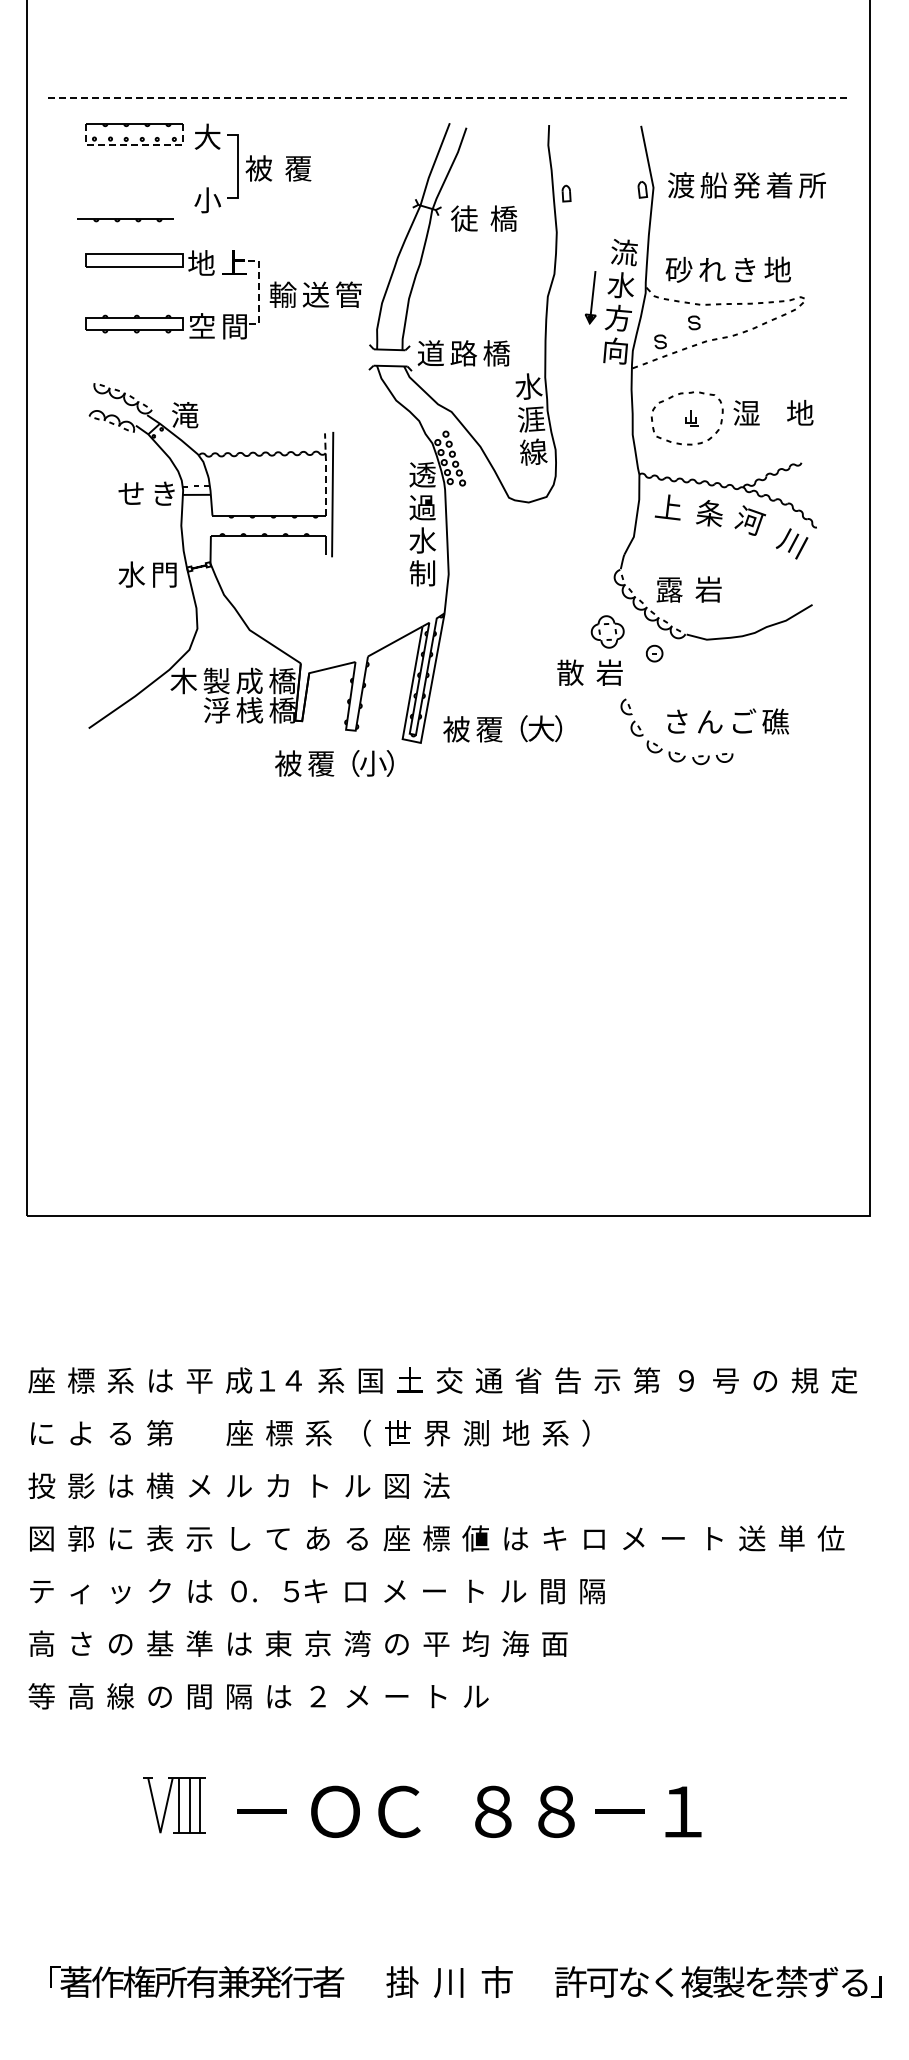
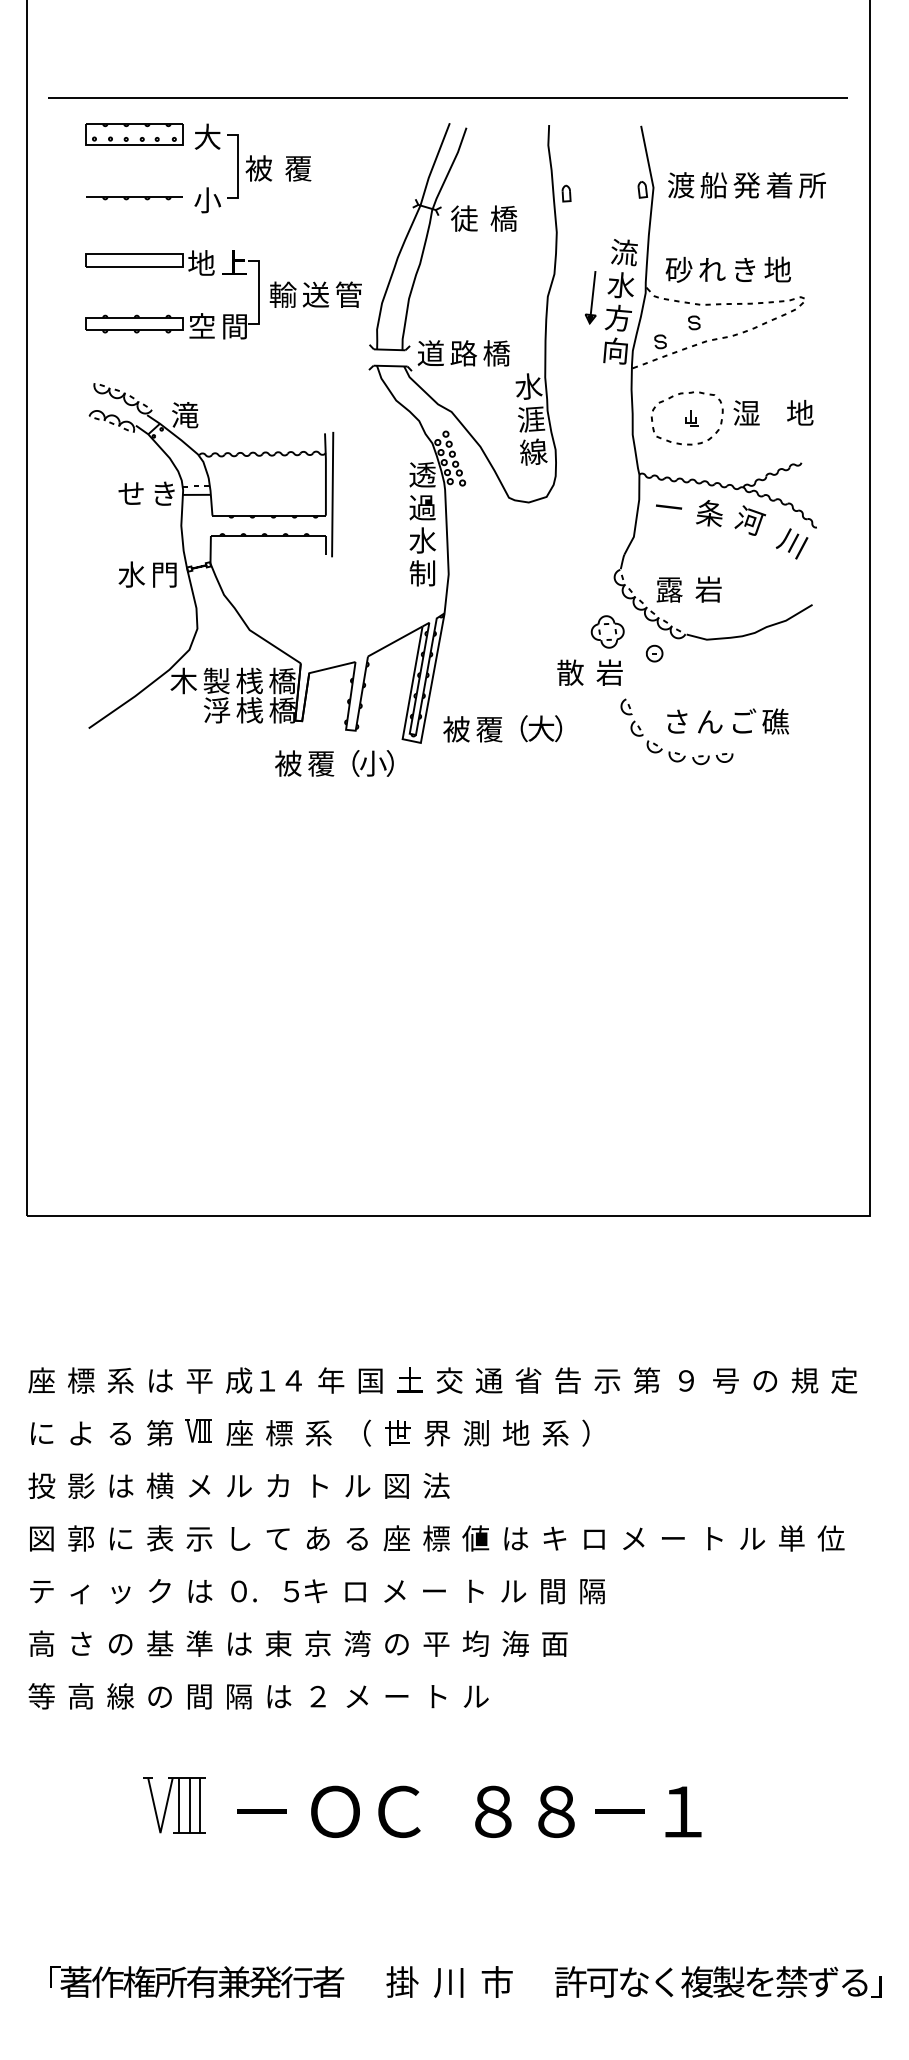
line at (448, 98): dashed -> solid
line at (134, 145): dashed -> solid
part at (125, 220) position: (125, 220) -> (134, 198)
line at (258, 292): dashed -> solid
line at (325, 473): dashed -> solid
text at (668, 507): 上 -> 一
text at (249, 680): 成 -> 桟
text at (331, 1380): 系 -> 年
part at (198, 1430): none -> present
text at (752, 1538): 送 -> ル
